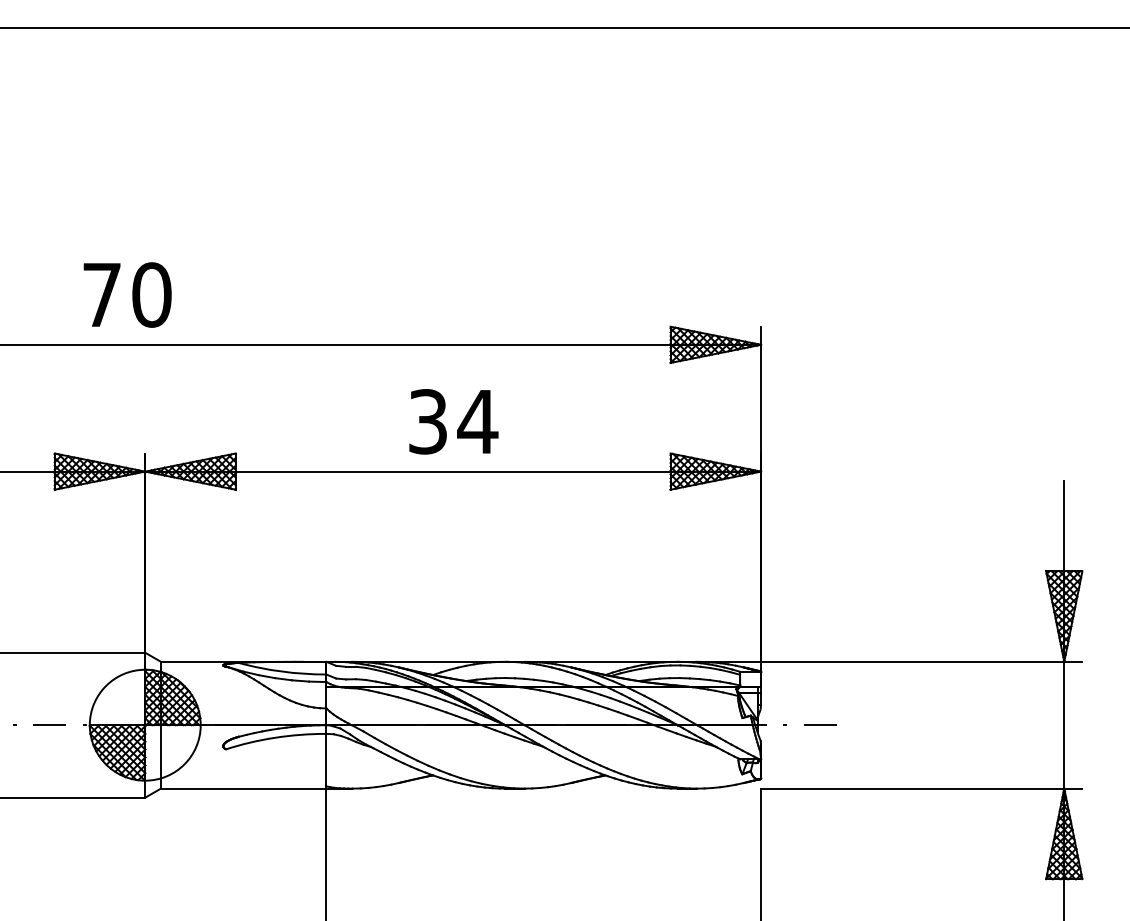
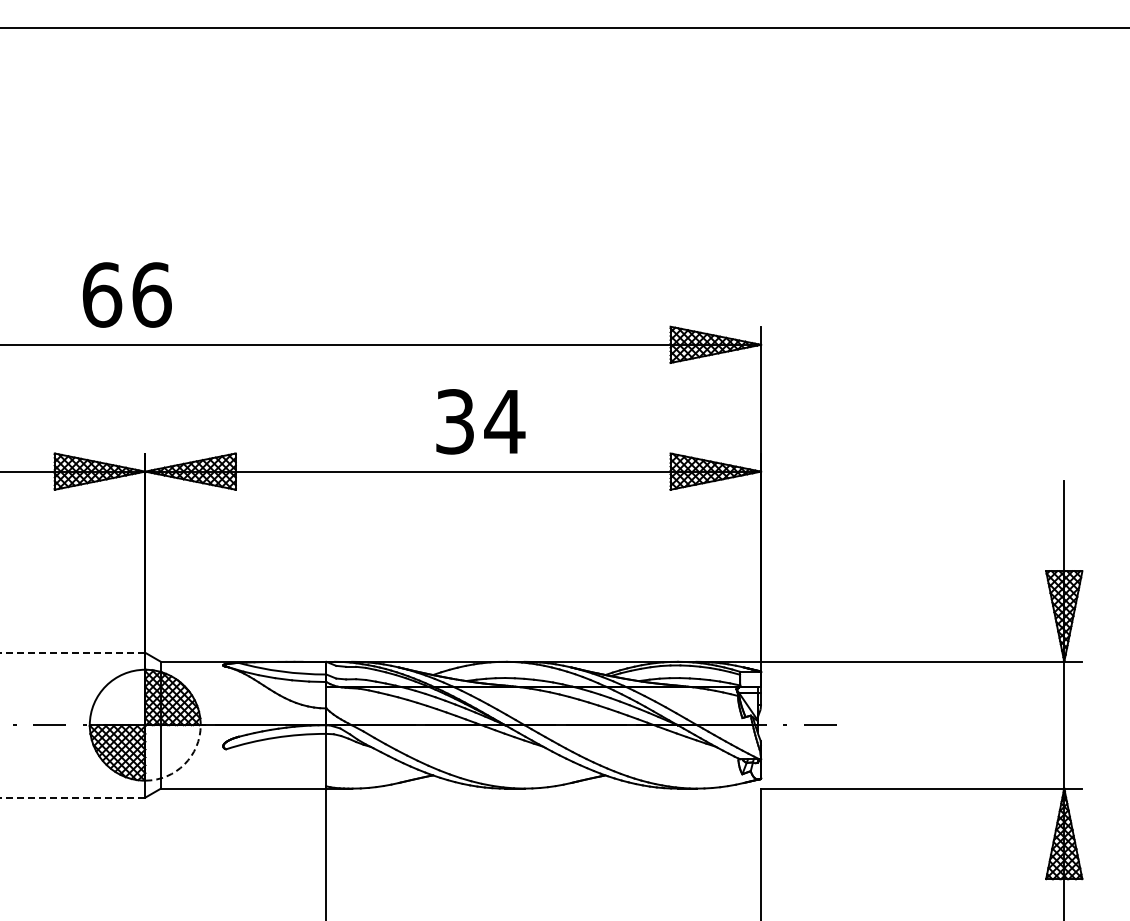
text at (126, 294): 70 -> 66
text at (453, 421) position: (453, 421) -> (480, 421)
line at (72, 652): solid -> dashed
arc at (184, 764): solid -> dashed
line at (73, 797): solid -> dashed
